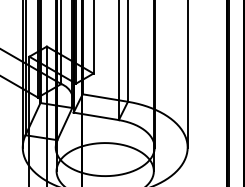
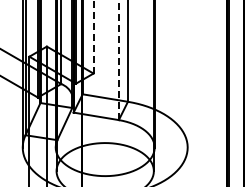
line at (93, 36): solid -> dashed
line at (118, 60): solid -> dashed
line at (187, 74): present -> none
